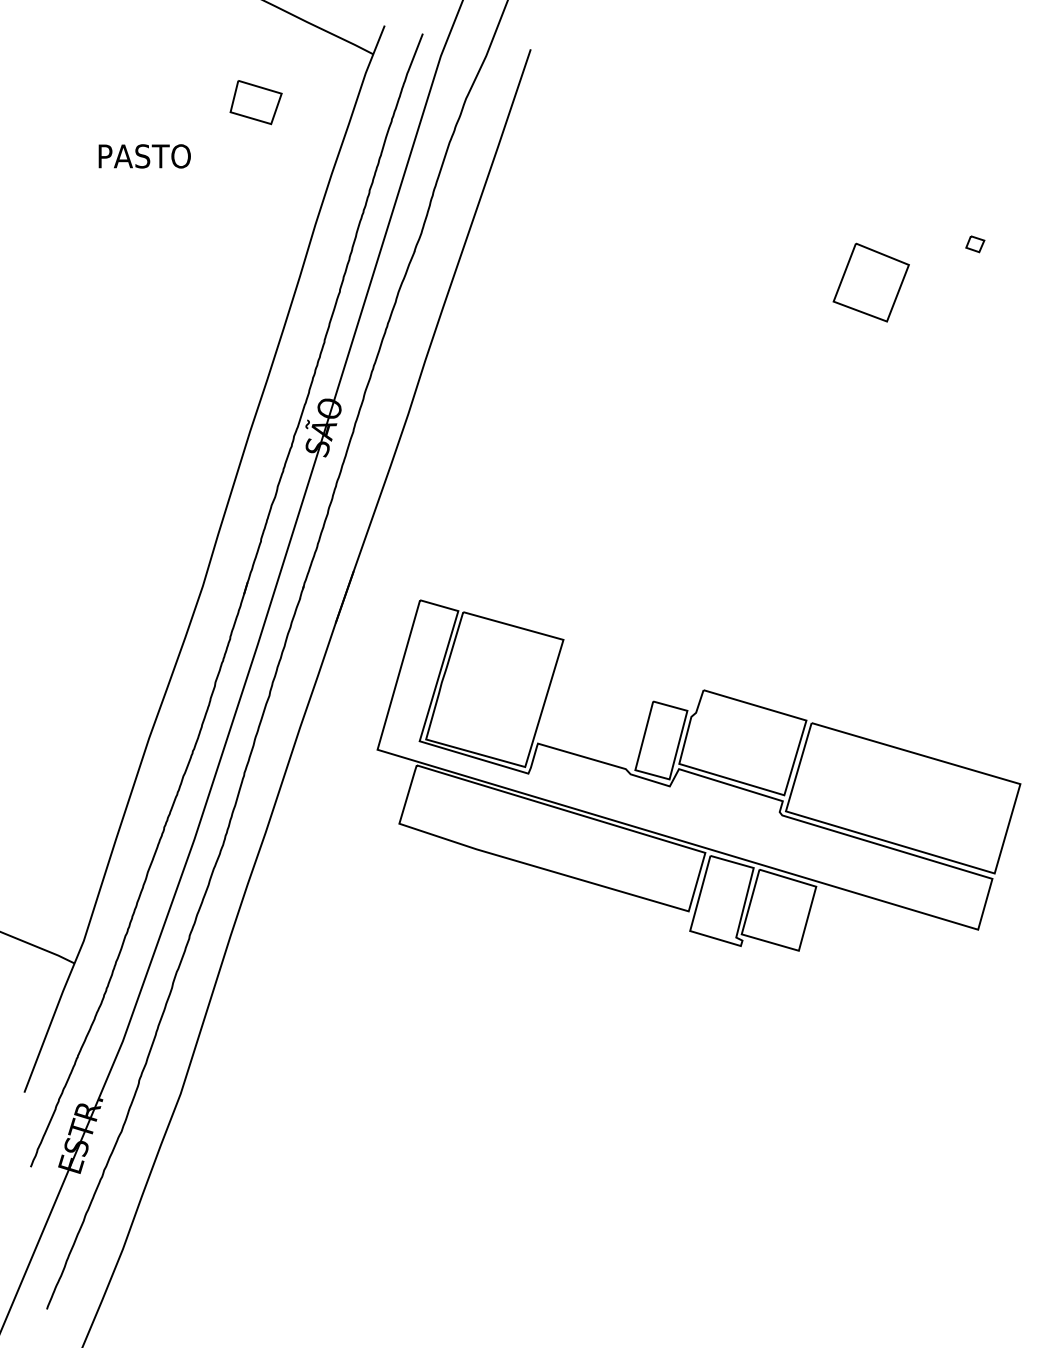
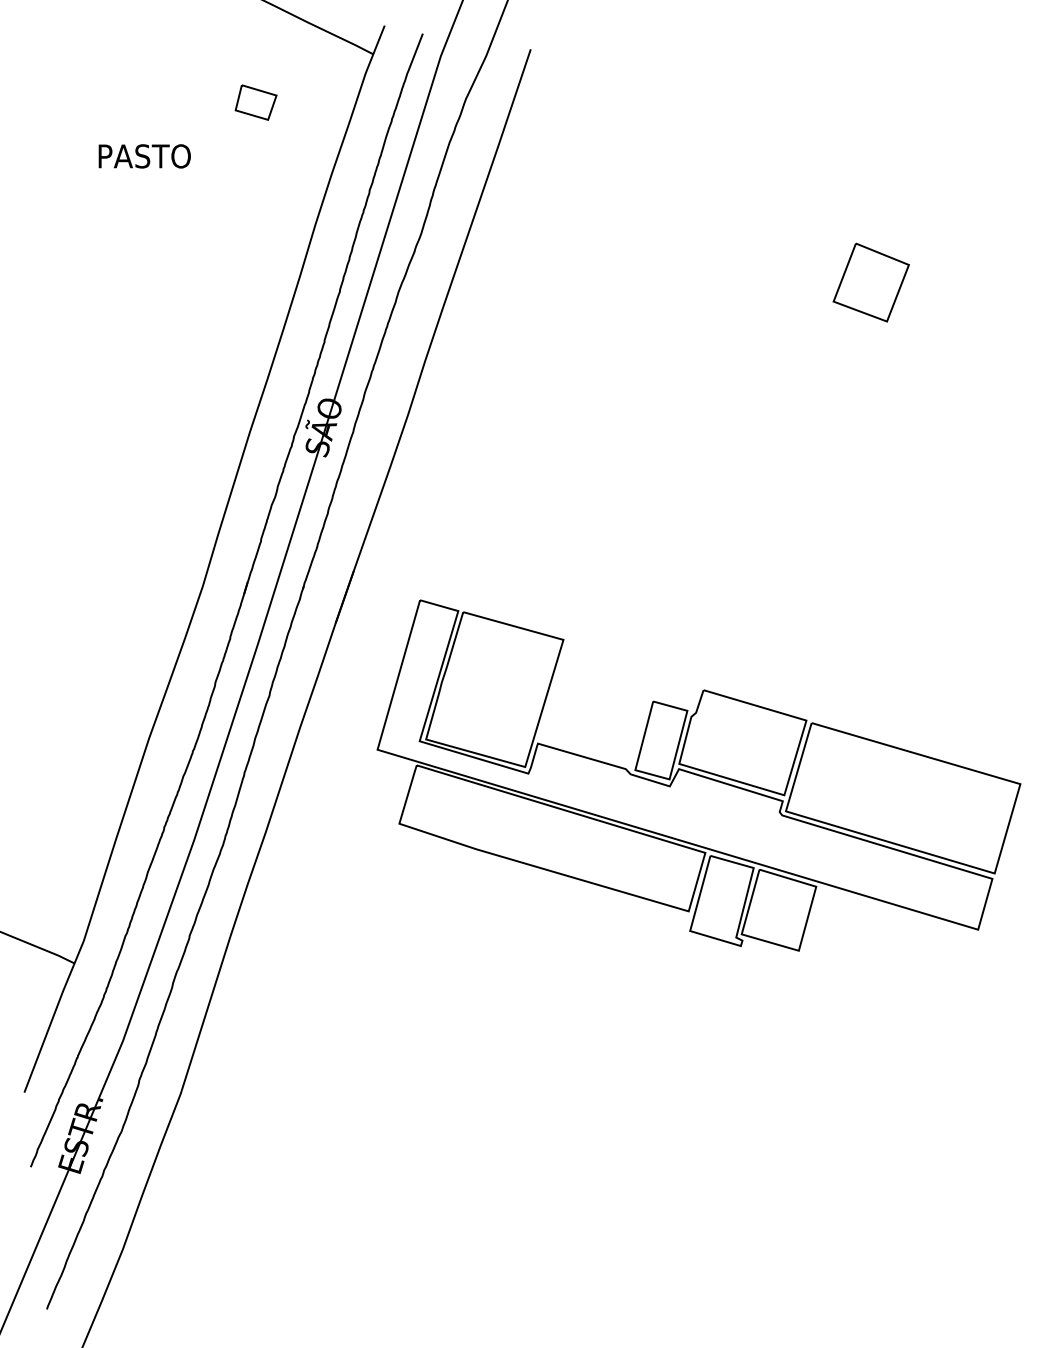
part at (255, 102) size: 54x46 px -> 44x37 px
part at (975, 244): present -> none
